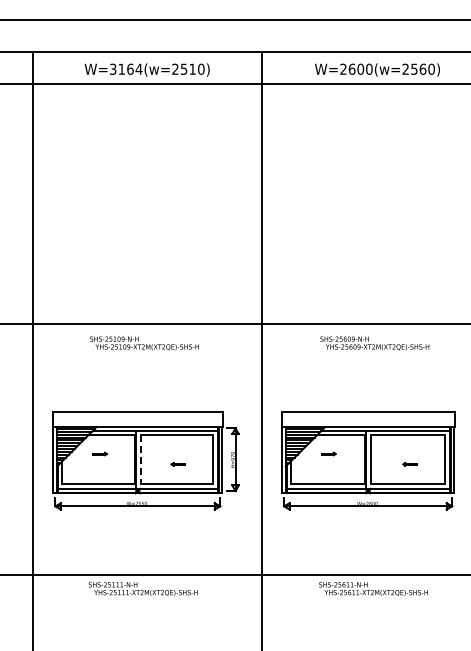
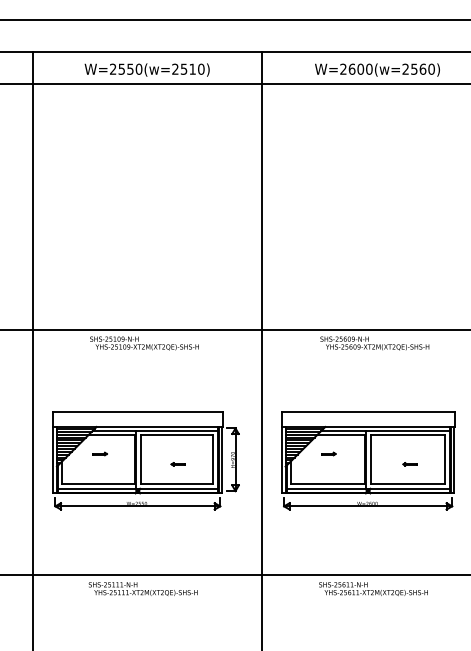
text at (126, 68): W=3164(w=2510) -> W=2550(w=2510)
line at (234, 323) position: (234, 323) -> (234, 329)
line at (140, 460): dashed -> solid
